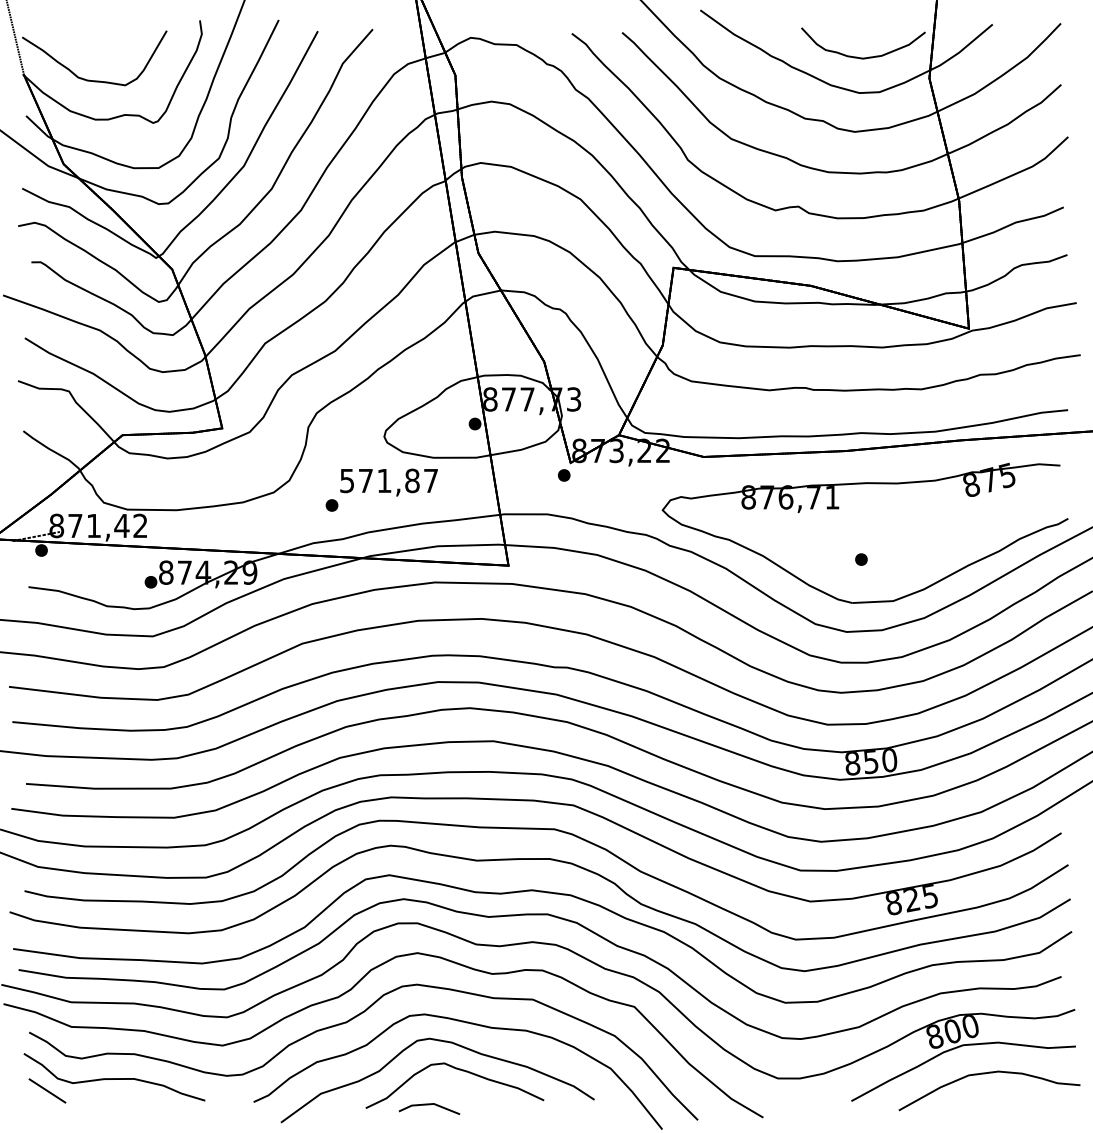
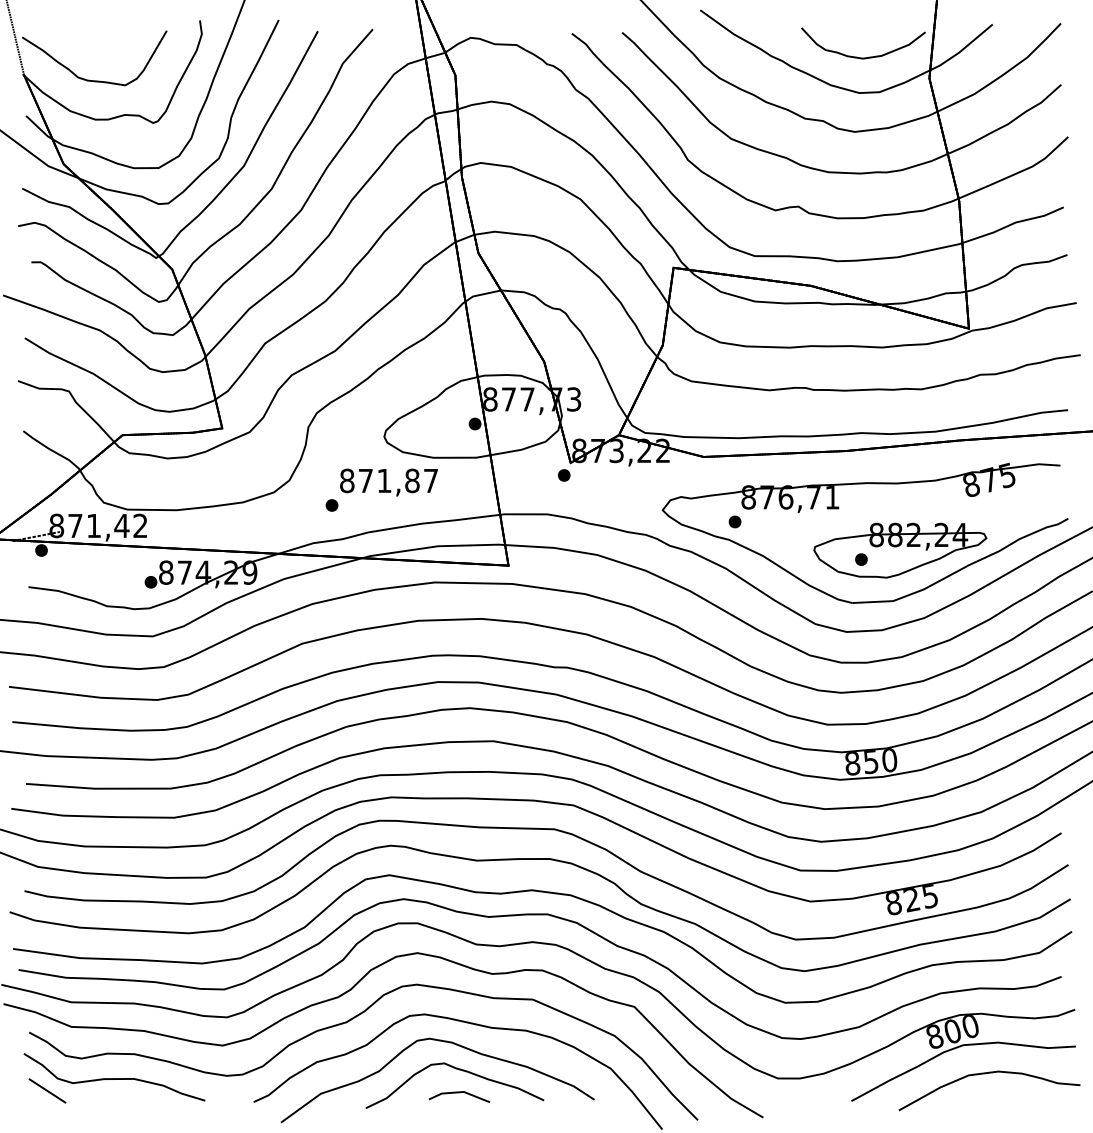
text at (347, 480): 571,87 -> 871,87
part at (734, 521): none -> present
part at (900, 550): none -> present
part at (429, 1108) position: (429, 1108) -> (459, 1096)
